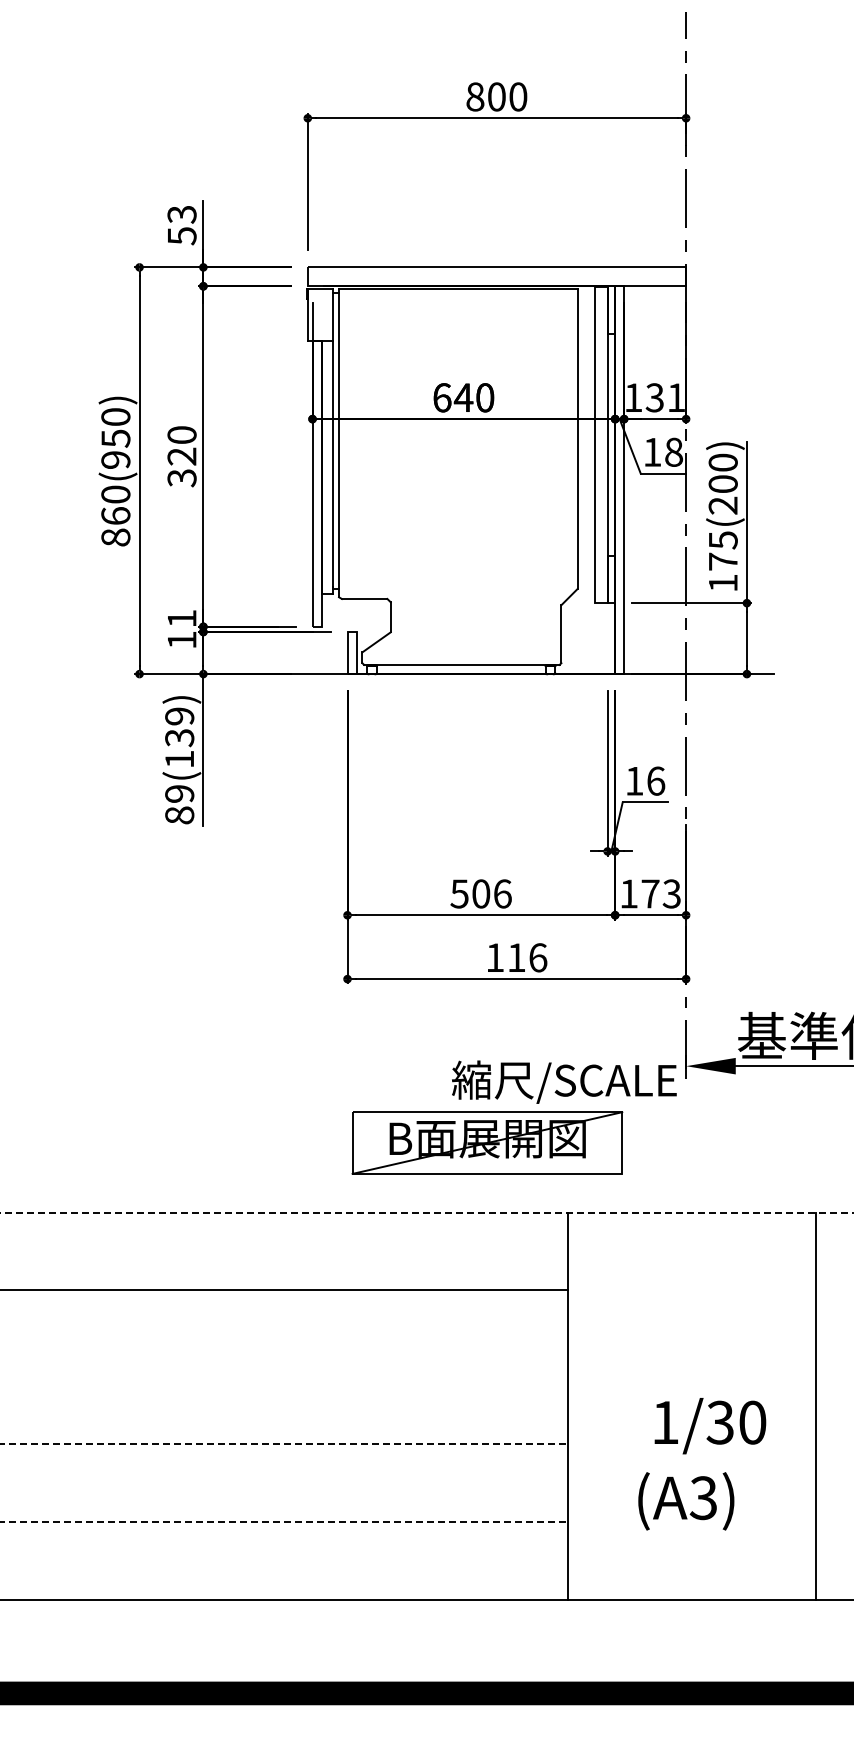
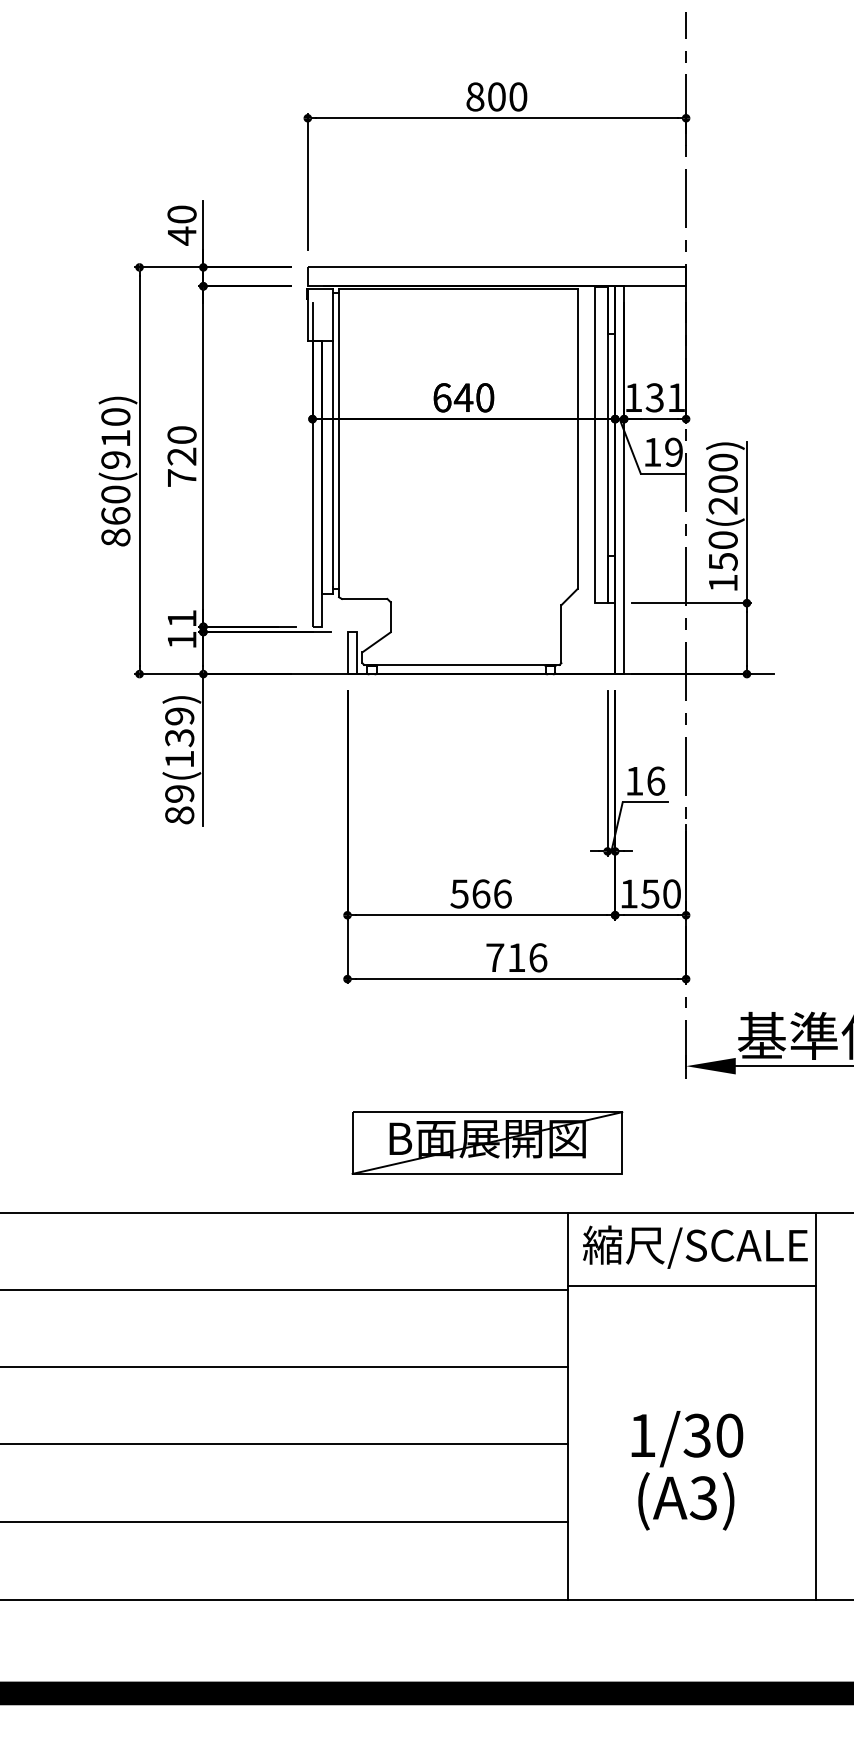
text at (181, 225): 53 -> 40
text at (115, 438): 860(950) -> 860(910)
text at (674, 451): 18 -> 19
text at (181, 478): 320 -> 720
text at (722, 551): 175(200) -> 150(200)
text at (481, 893): 506 -> 566
text at (660, 893): 173 -> 150
text at (495, 957): 116 -> 716
text at (564, 1081) position: (564, 1081) -> (695, 1246)
line at (427, 1213): dashed -> solid
line at (691, 1286): none -> present
line at (284, 1367): none -> present
text at (710, 1426) position: (710, 1426) -> (687, 1439)
line at (283, 1444): dashed -> solid
line at (283, 1522): dashed -> solid
